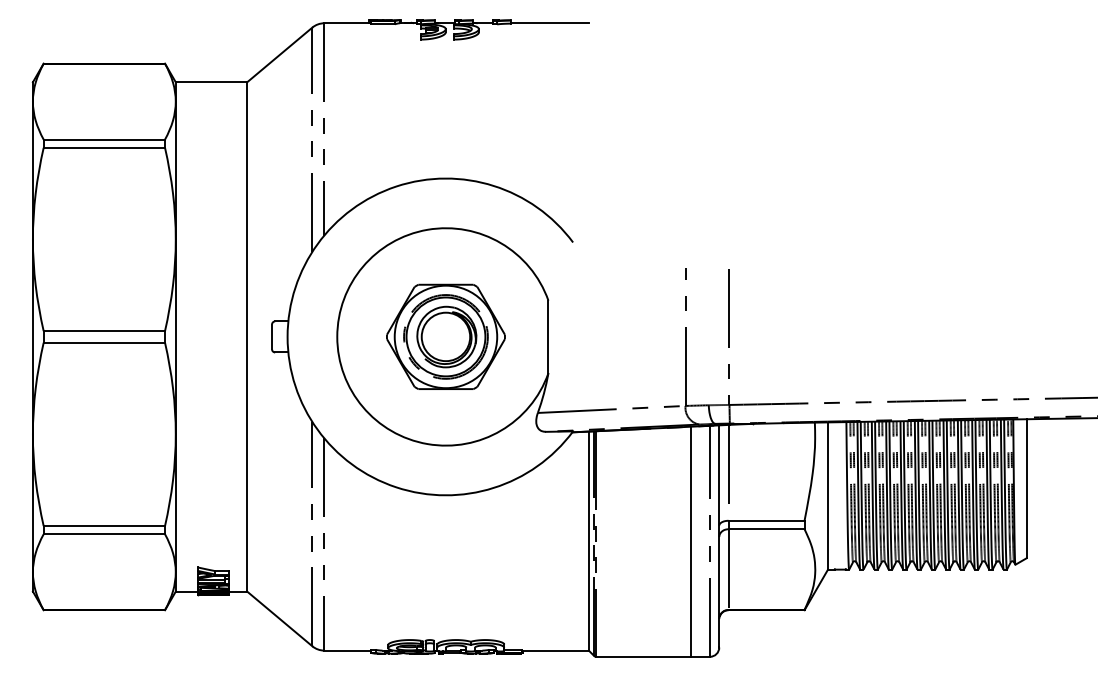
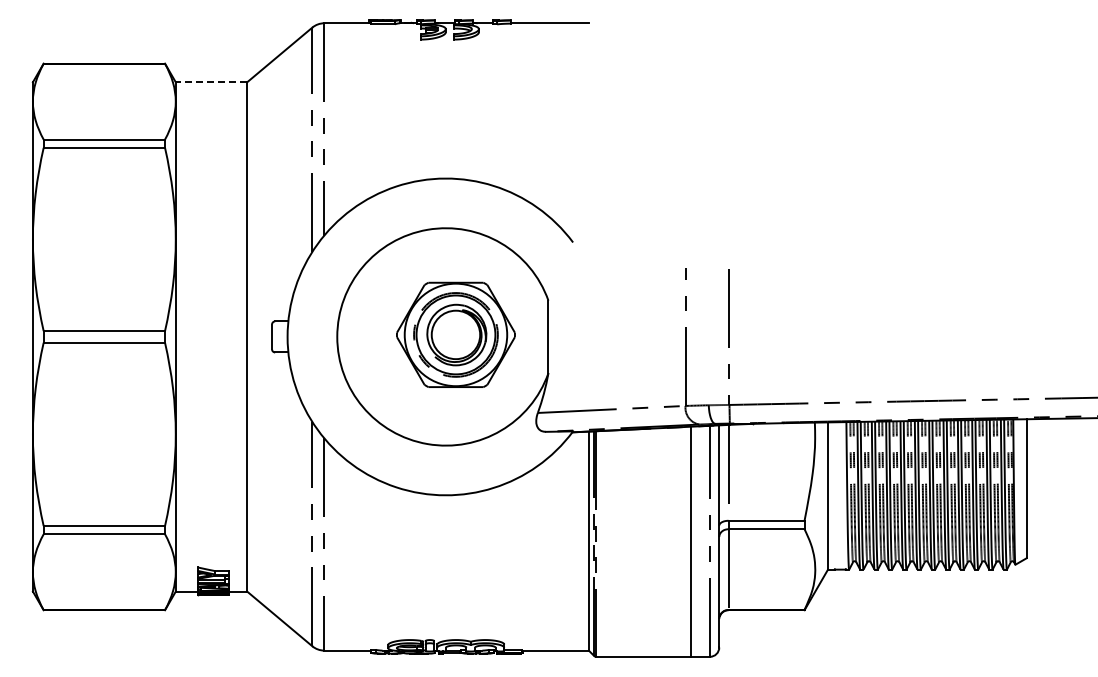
line at (211, 82): solid -> dashed
part at (445, 336) position: (445, 336) -> (455, 334)
